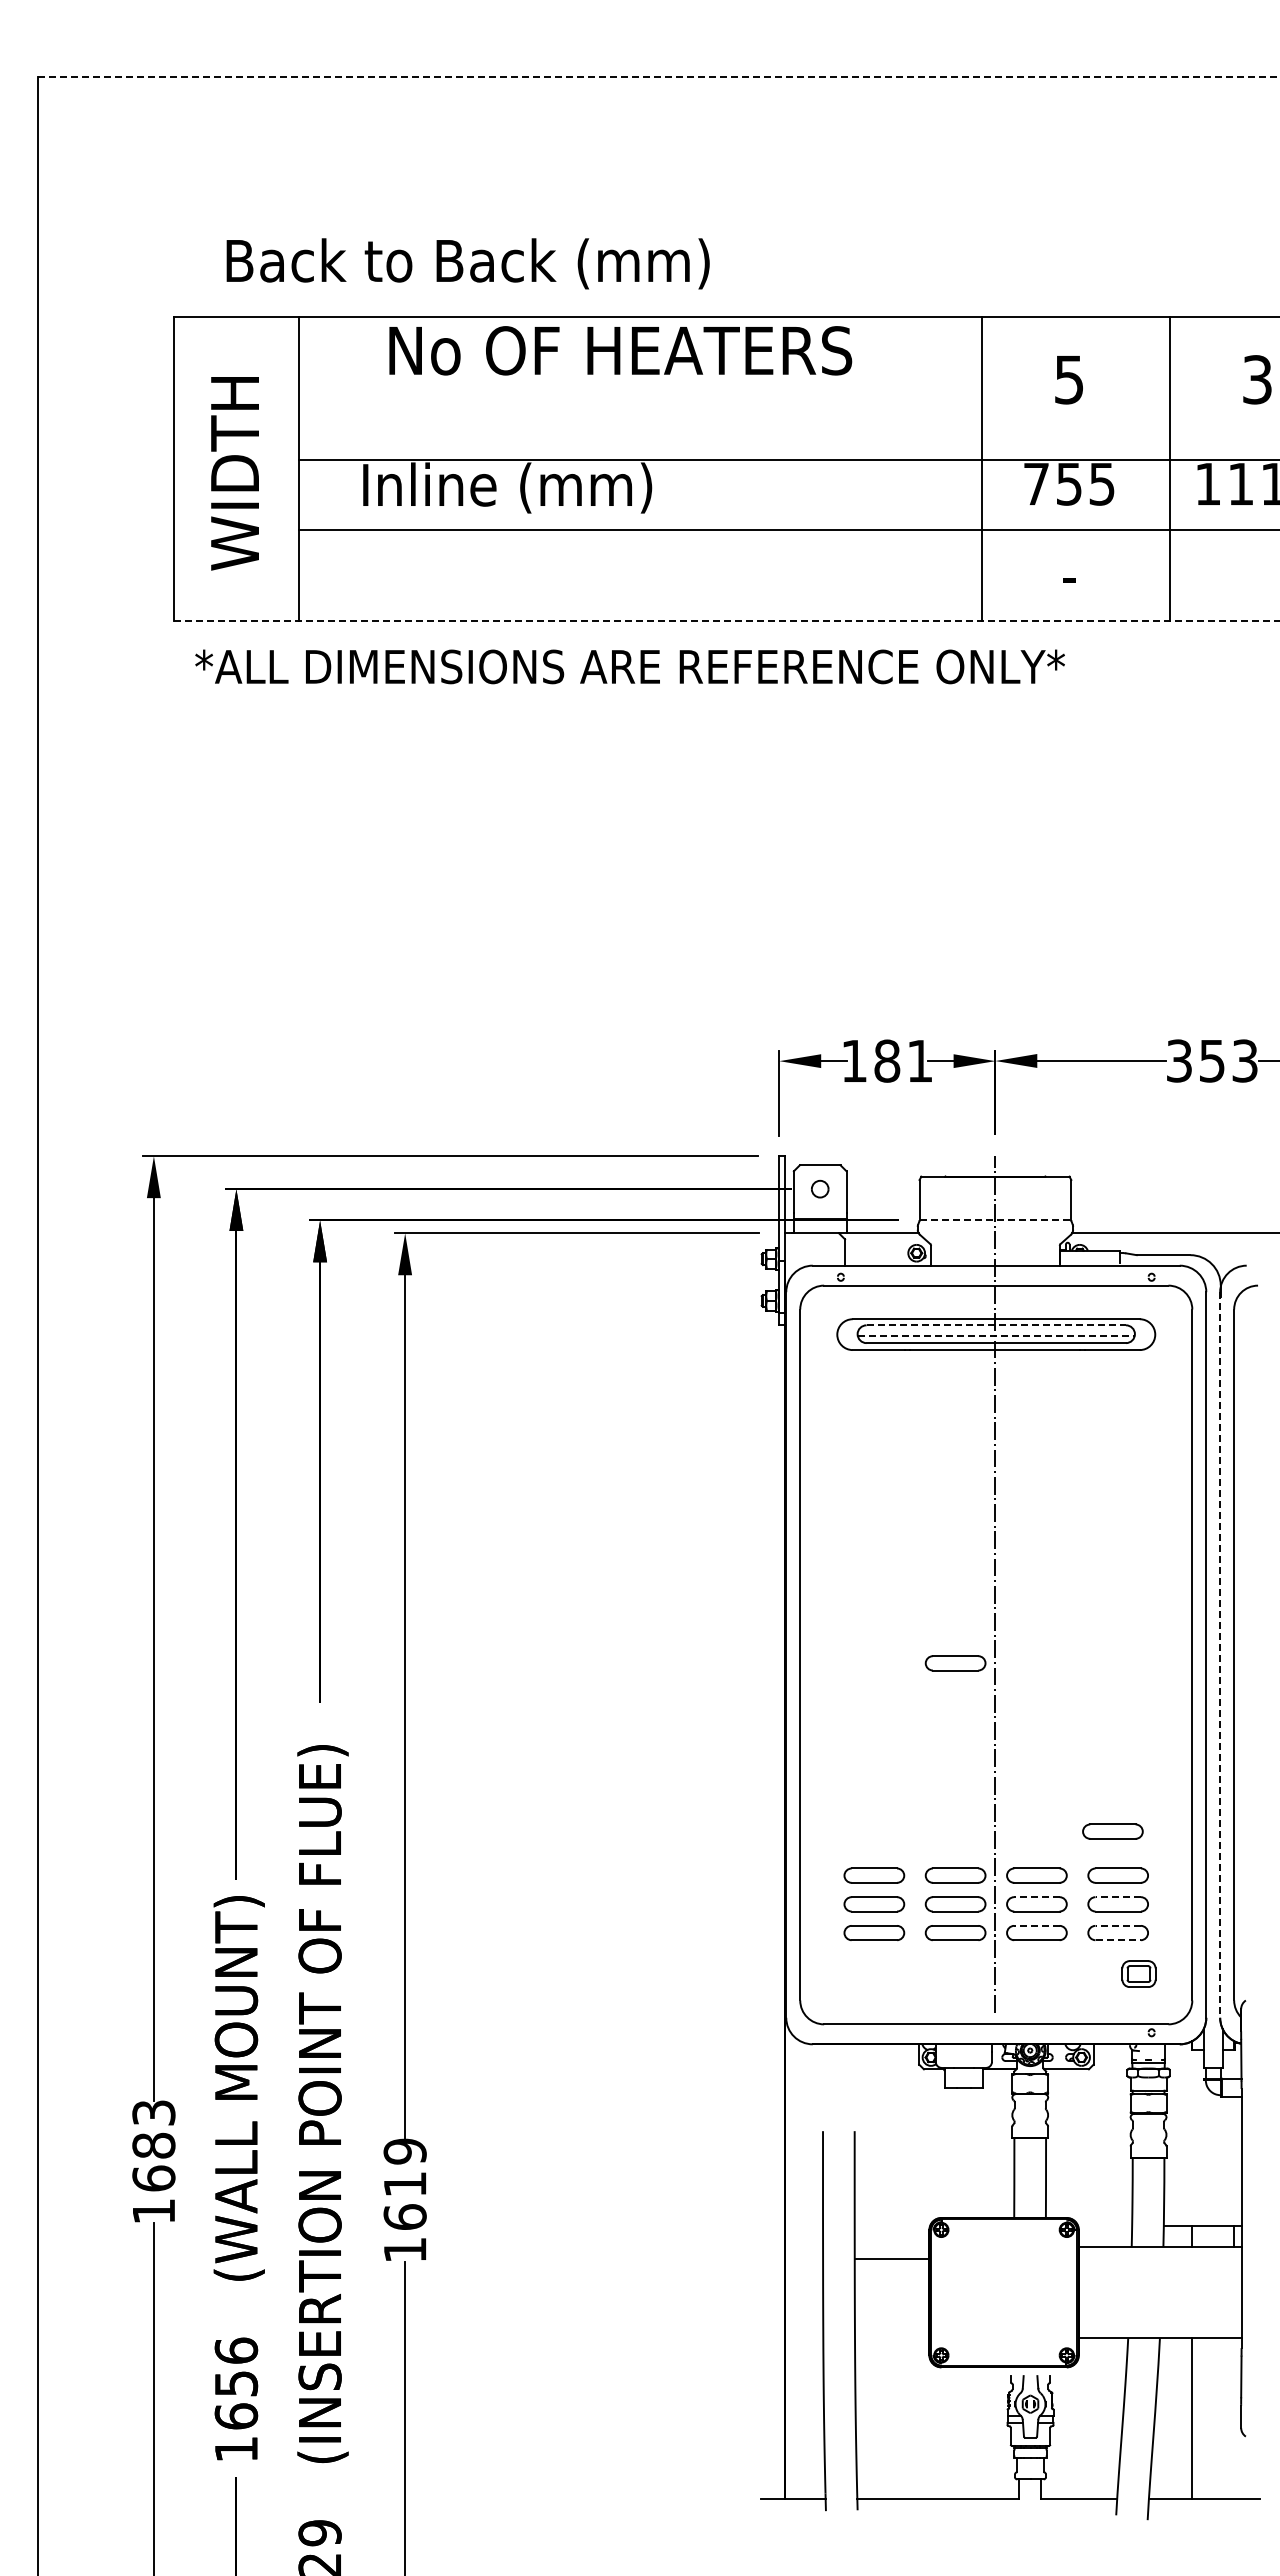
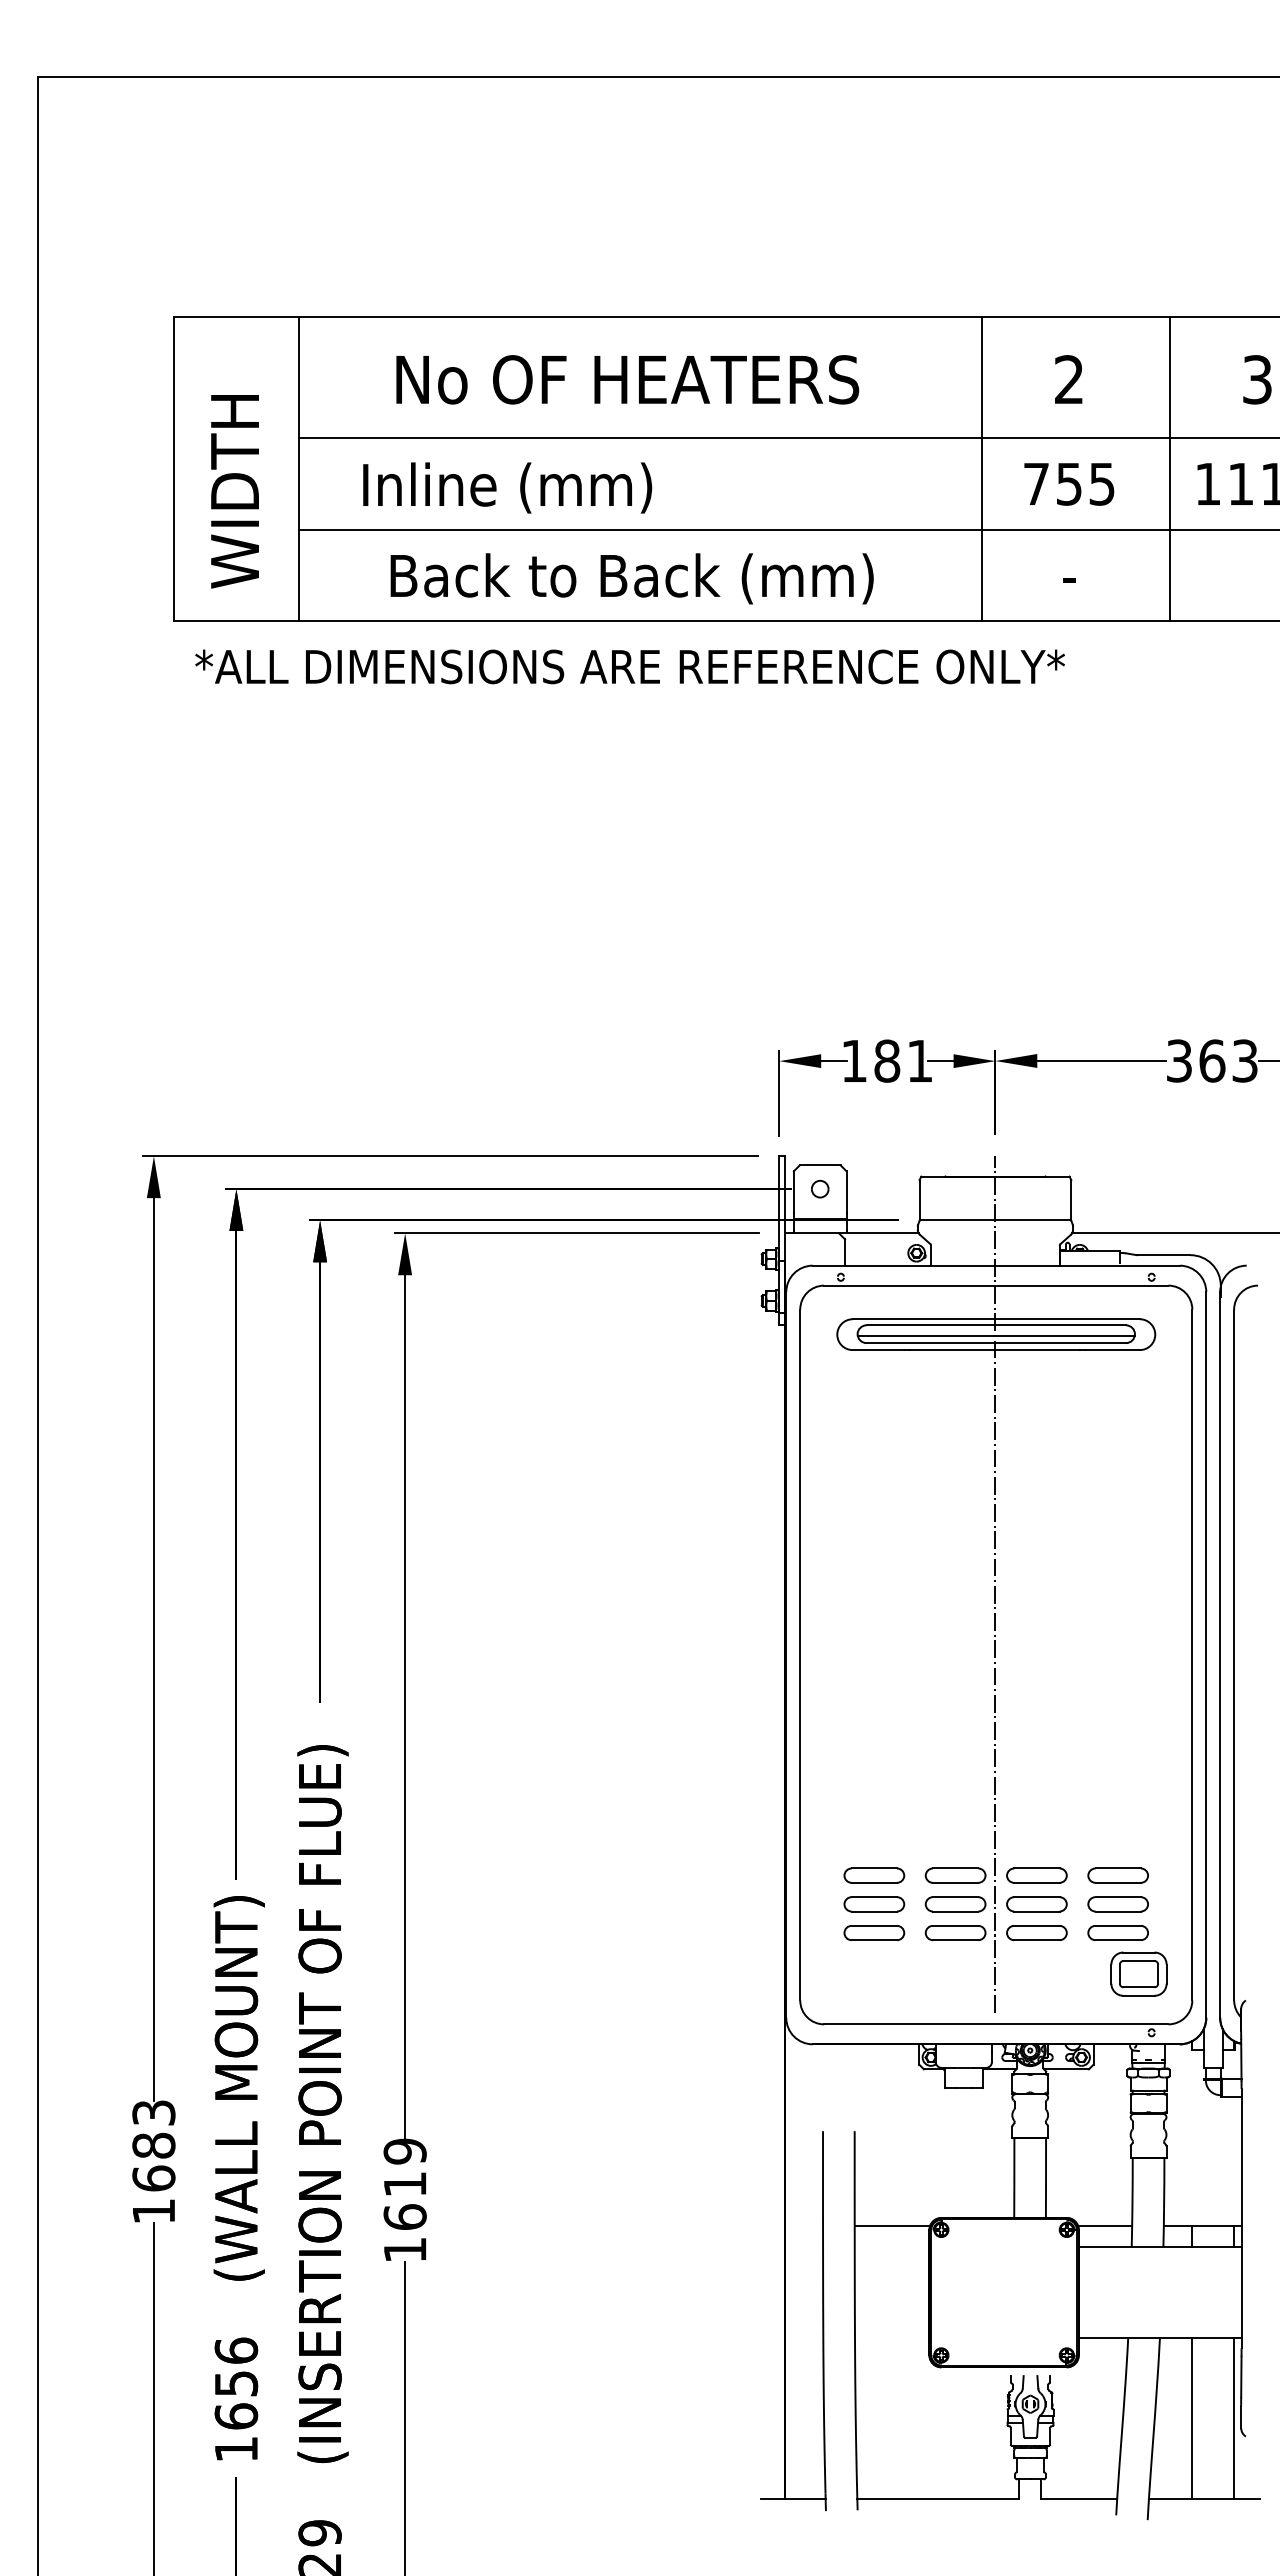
line at (659, 77): dashed -> solid
text at (467, 263) position: (467, 263) -> (631, 578)
text at (620, 350) position: (620, 350) -> (627, 379)
text at (1068, 379): 5 -> 2
line at (787, 460) position: (787, 460) -> (787, 438)
text at (234, 473) position: (234, 473) -> (234, 491)
line at (726, 620): dashed -> solid
text at (1212, 1060): 353 -> 363
line at (995, 1220): dashed -> solid
line at (996, 1325): dashed -> solid
line at (996, 1336): dashed -> solid
line at (1220, 1655): dashed -> solid
part at (955, 1663): present -> none
part at (1112, 1831): present -> none
line at (1036, 1897): dashed -> solid
line at (1118, 1897): dashed -> solid
line at (1036, 1925): dashed -> solid
line at (1118, 1925): dashed -> solid
line at (1118, 1940): dashed -> solid
part at (1138, 1973) size: 36x28 px -> 58x46 px
line at (1105, 2226): none -> present
line at (892, 2259) position: (892, 2259) -> (892, 2226)
line at (1234, 2418): none -> present
